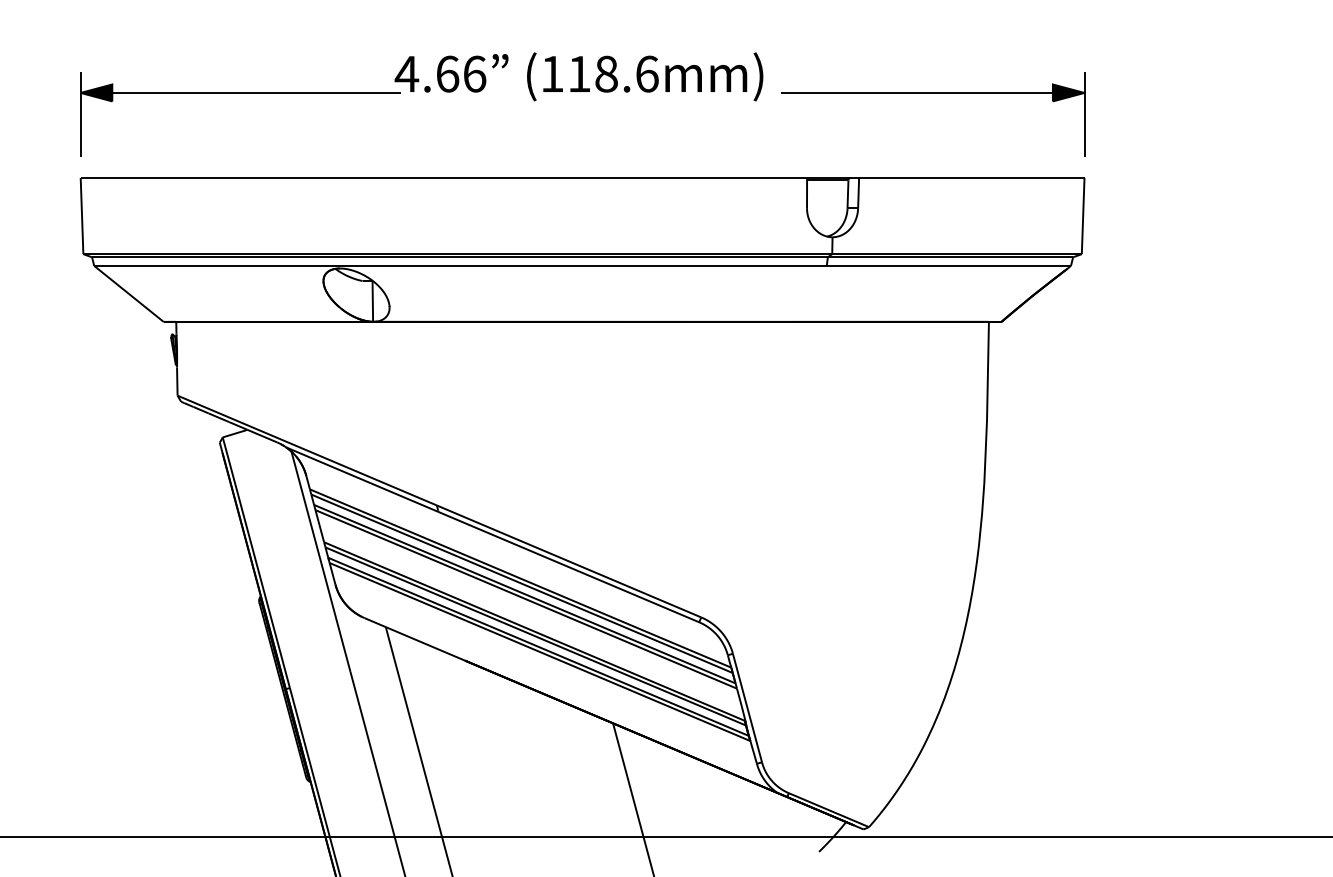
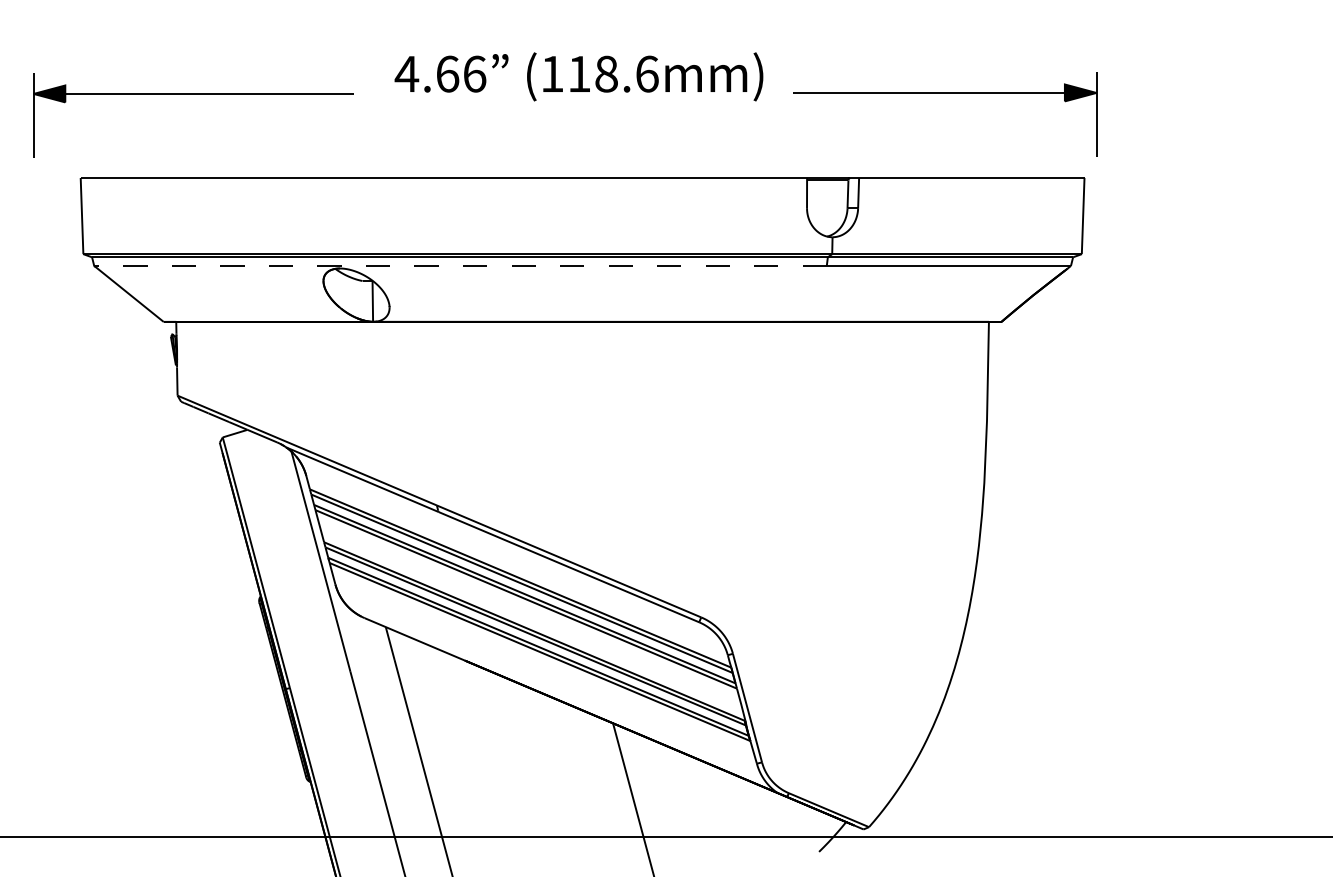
part at (240, 93) position: (240, 93) -> (193, 94)
part at (933, 93) position: (933, 93) -> (945, 93)
line at (460, 265): solid -> dashed
